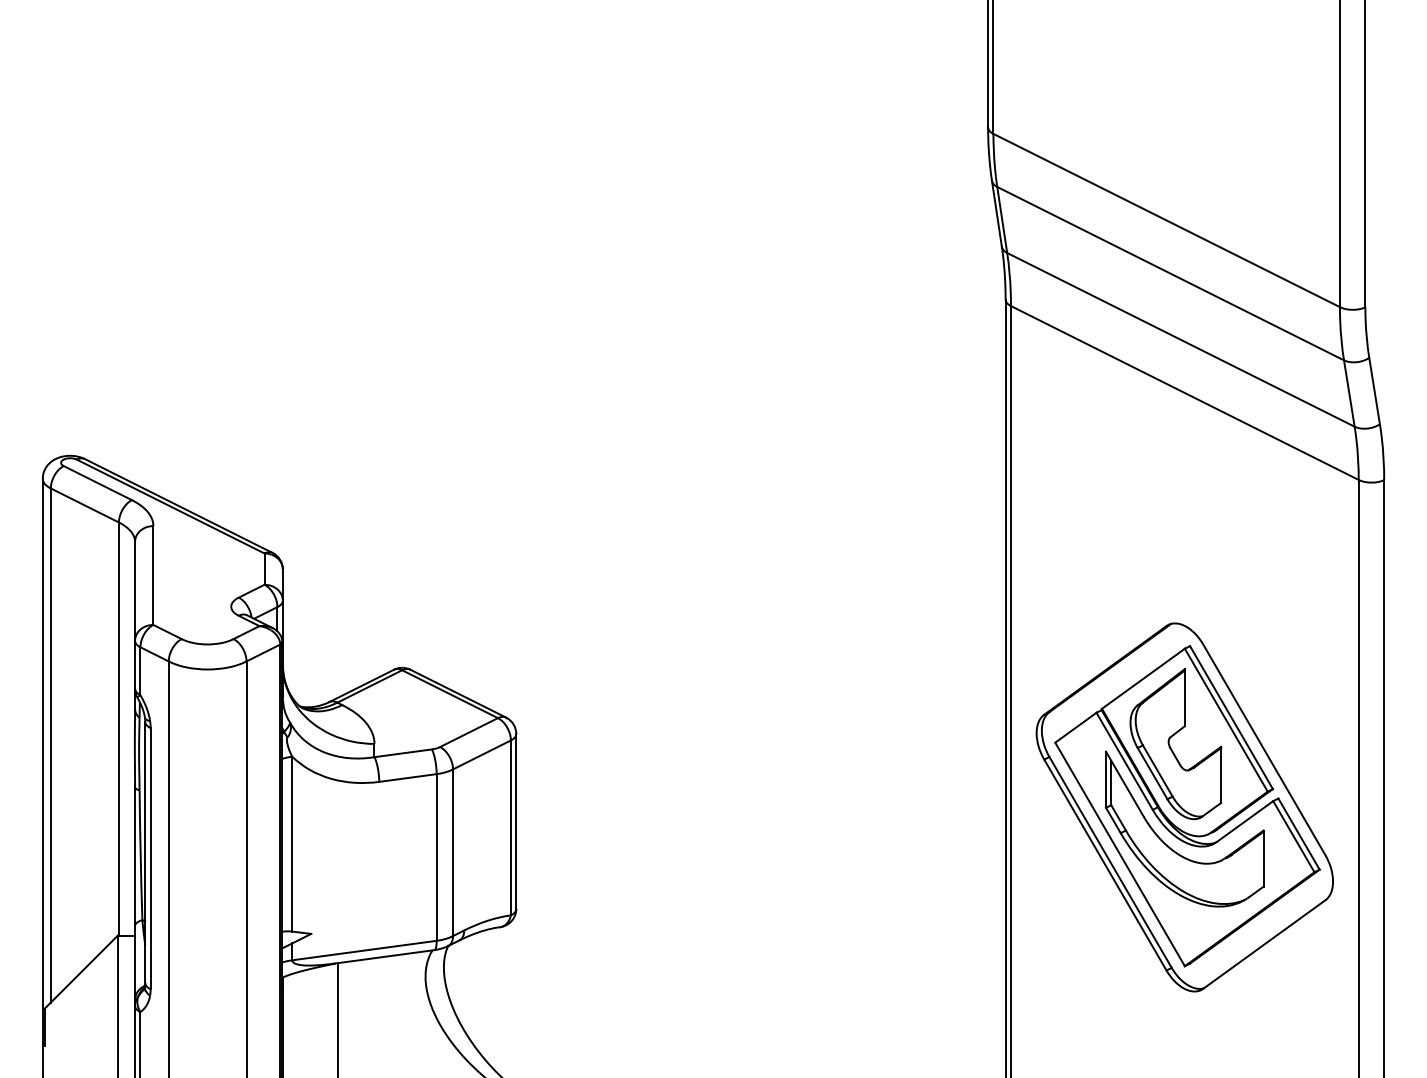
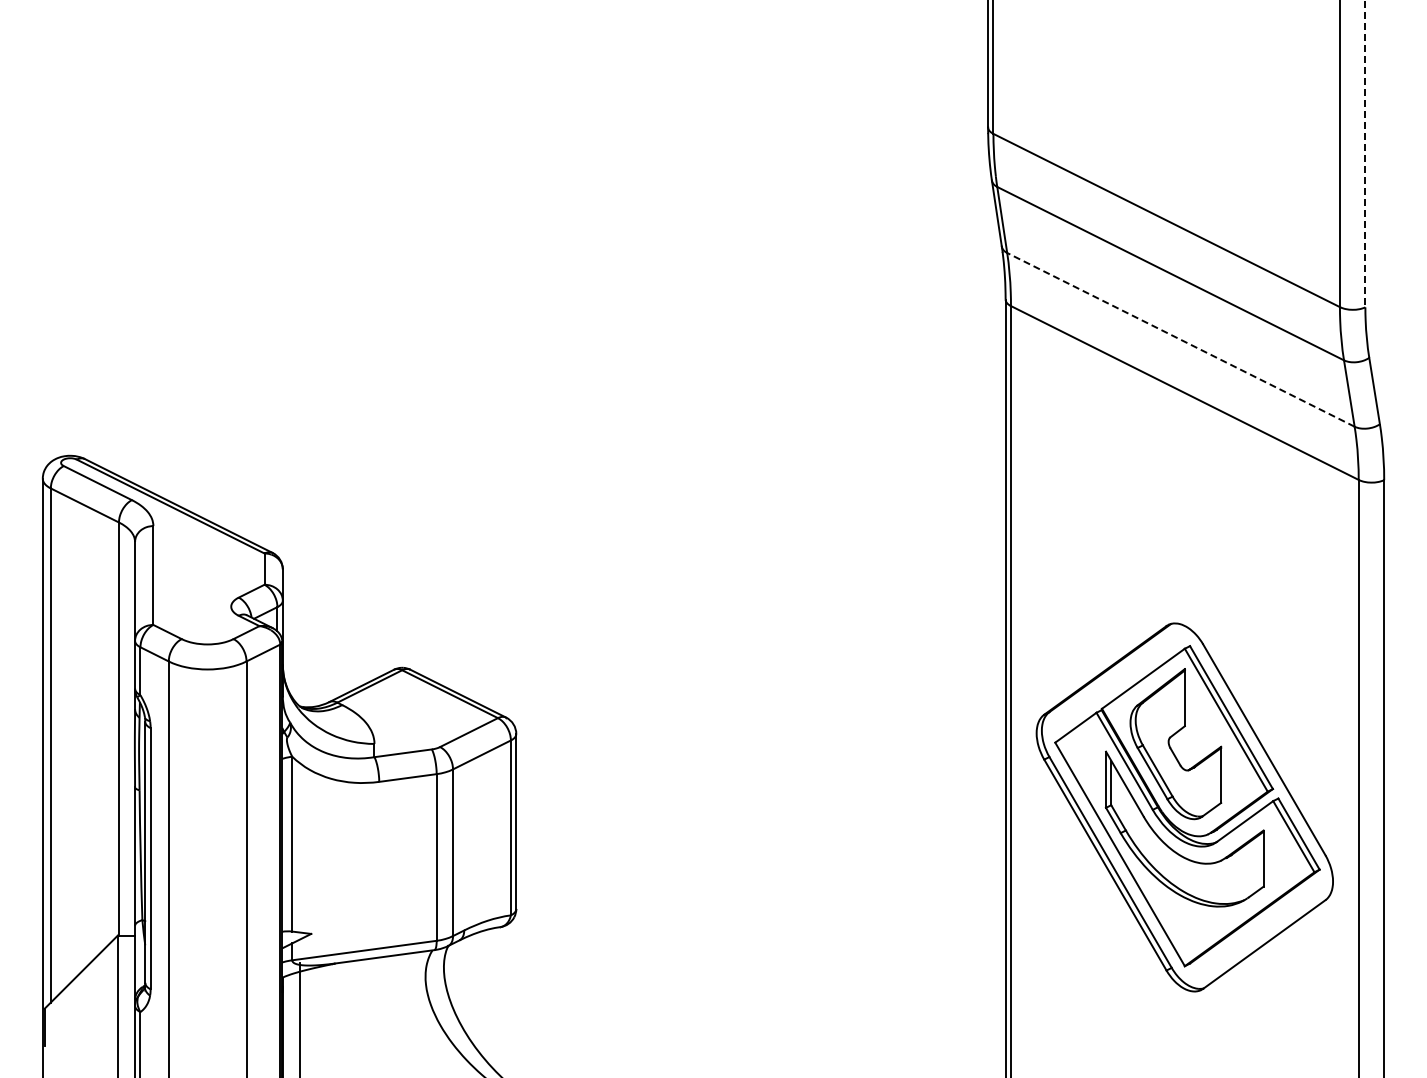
line at (1365, 154): solid -> dashed
line at (1180, 339): solid -> dashed
line at (337, 1018) position: (337, 1018) -> (299, 1018)
